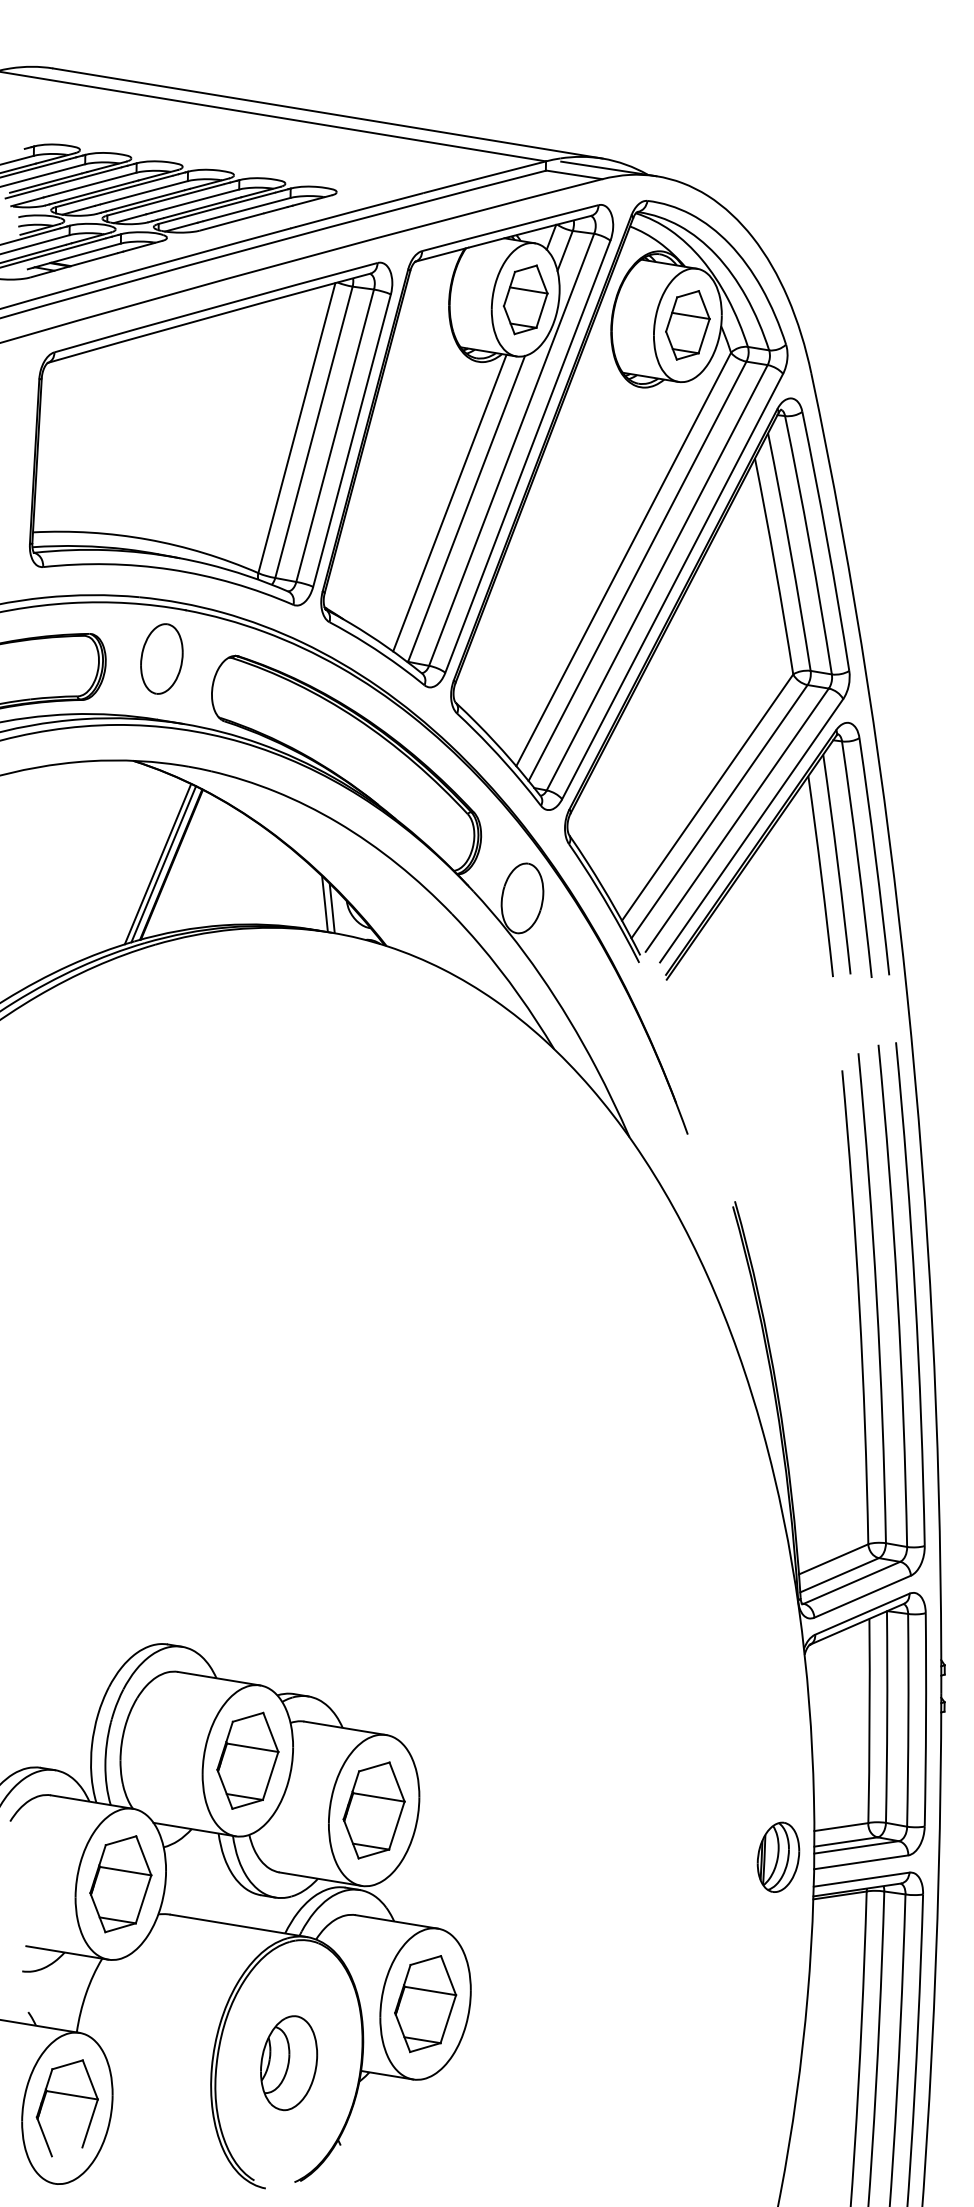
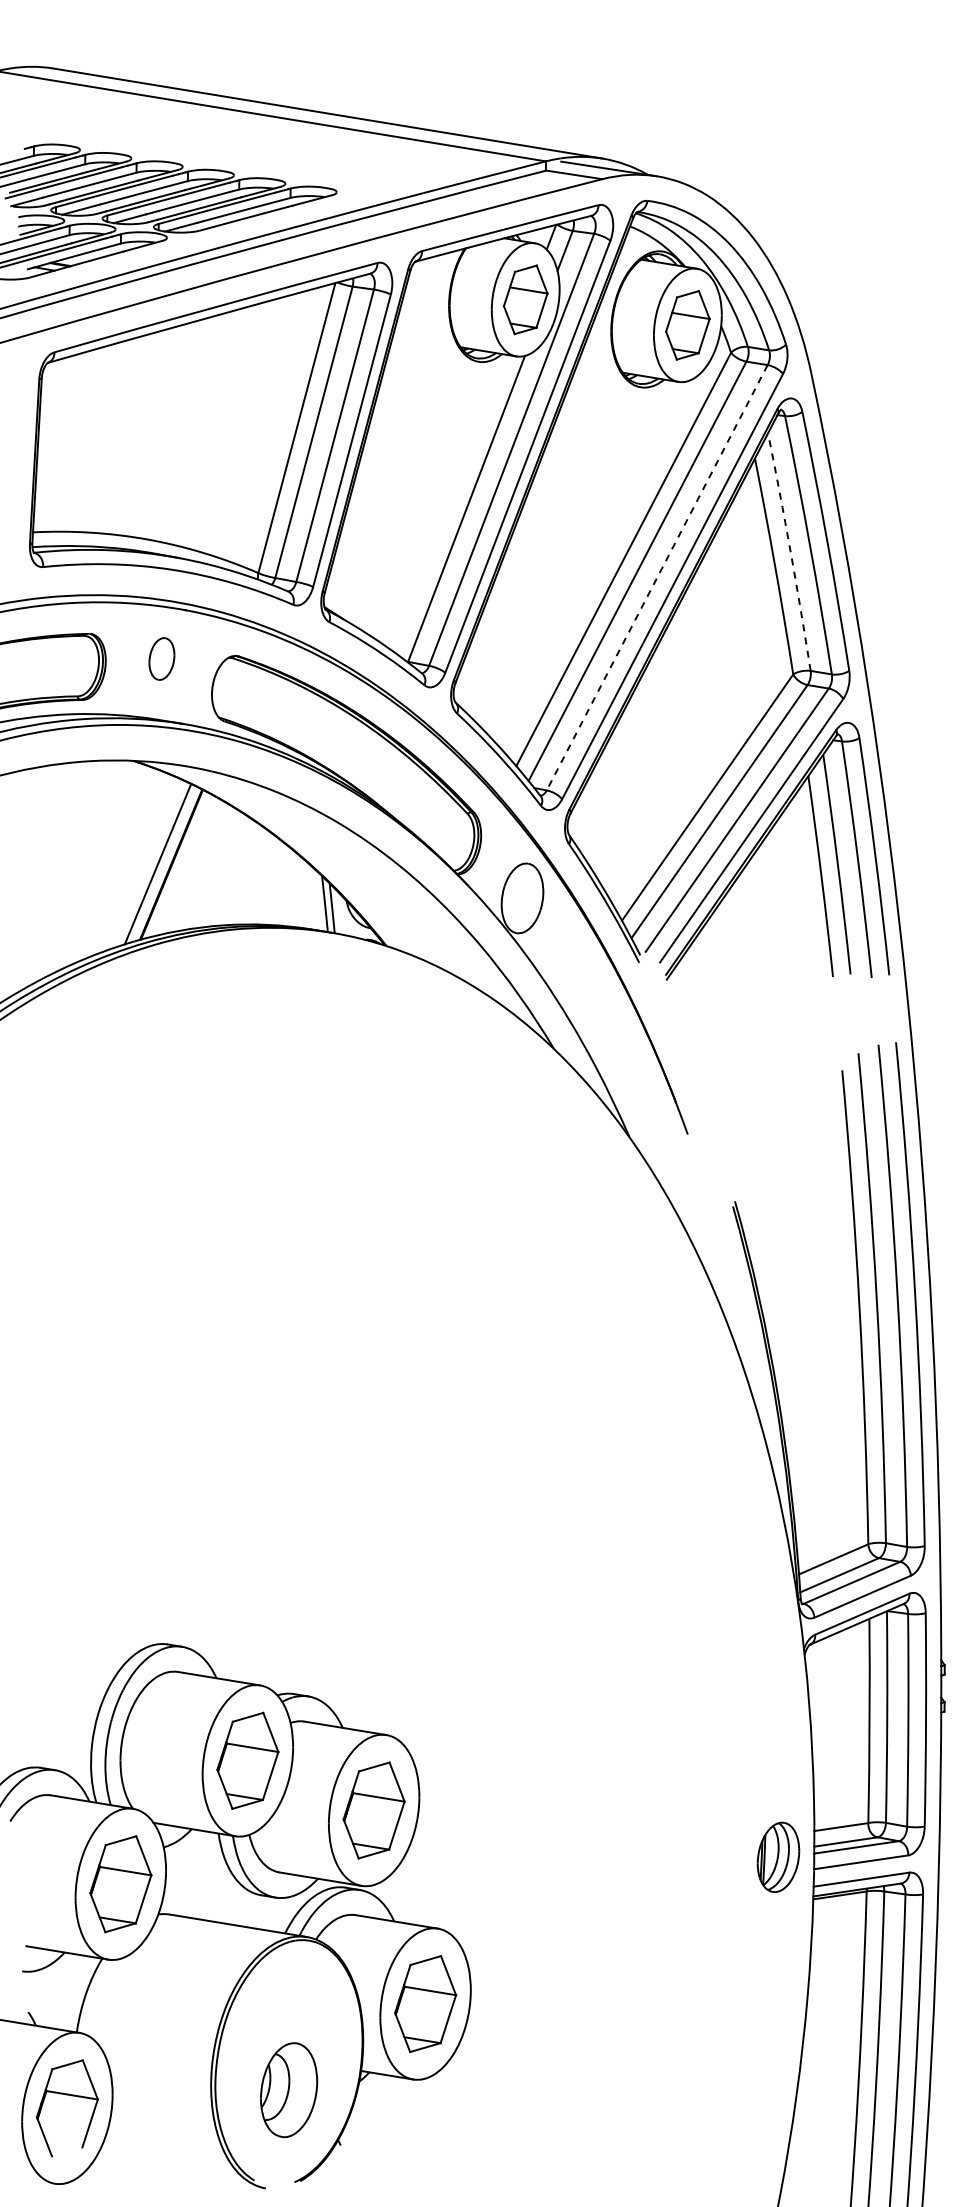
line at (449, 502): present -> none
arc at (790, 551): solid -> dashed
line at (657, 577): solid -> dashed
part at (161, 658) size: 44x72 px -> 28x44 px
line at (163, 864): present -> none
part at (289, 2063) position: (289, 2063) -> (289, 2090)
